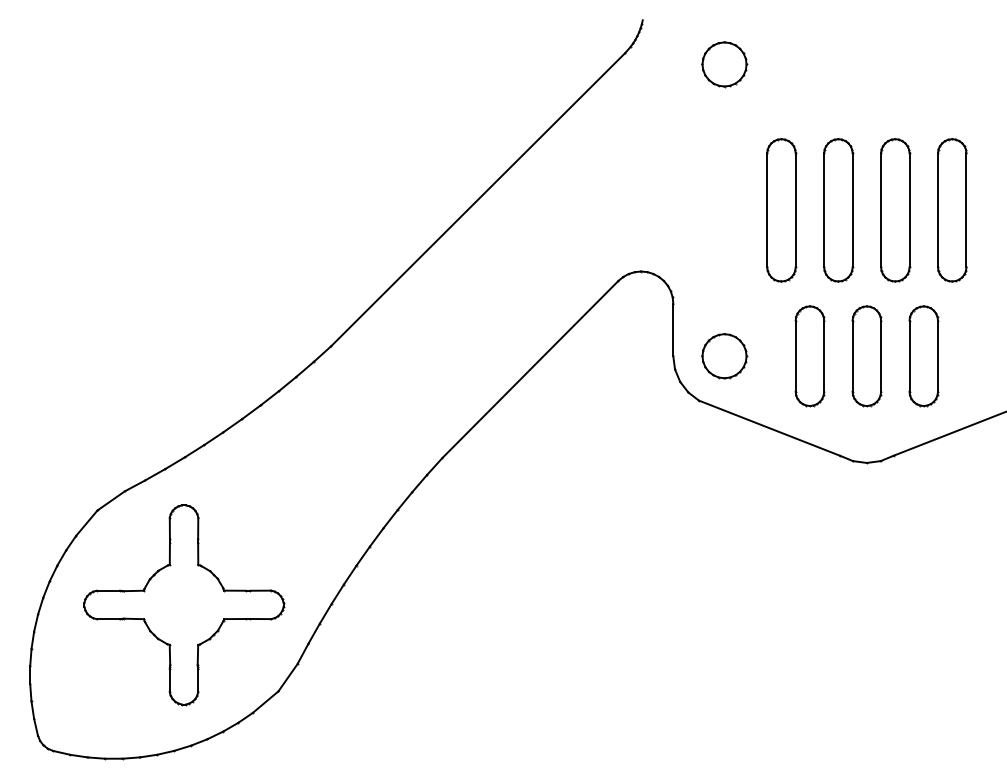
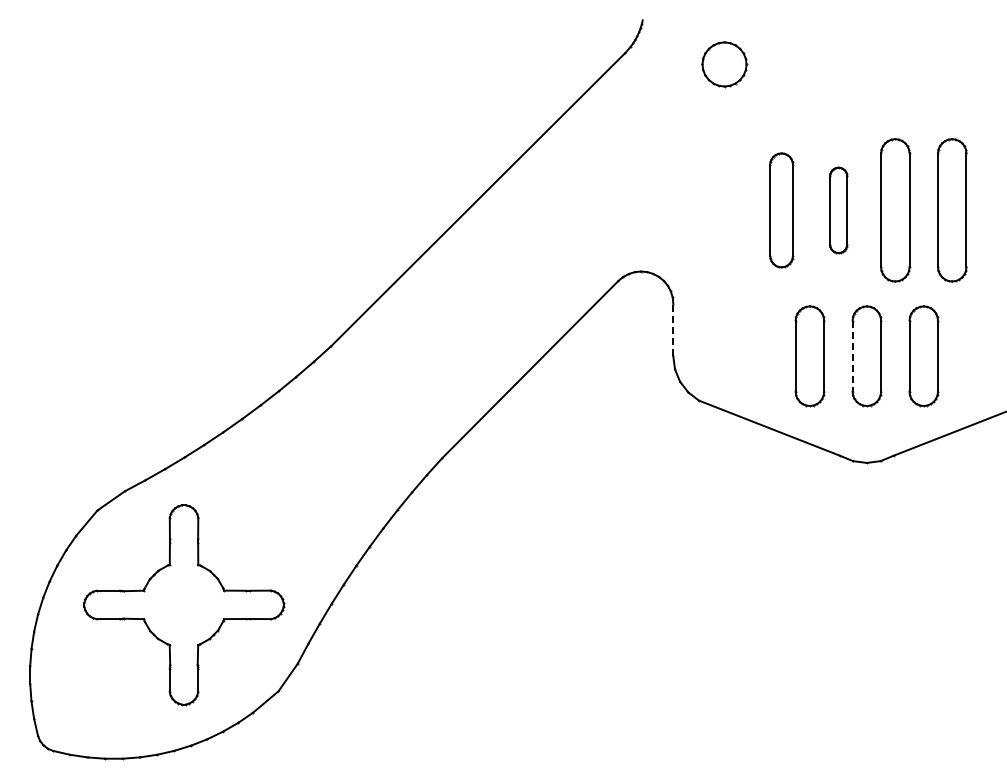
part at (781, 210) size: 32x145 px -> 26x117 px
part at (838, 210) size: 32x145 px -> 20x89 px
line at (673, 329): solid -> dashed
part at (724, 356): present -> none
line at (852, 356): solid -> dashed
